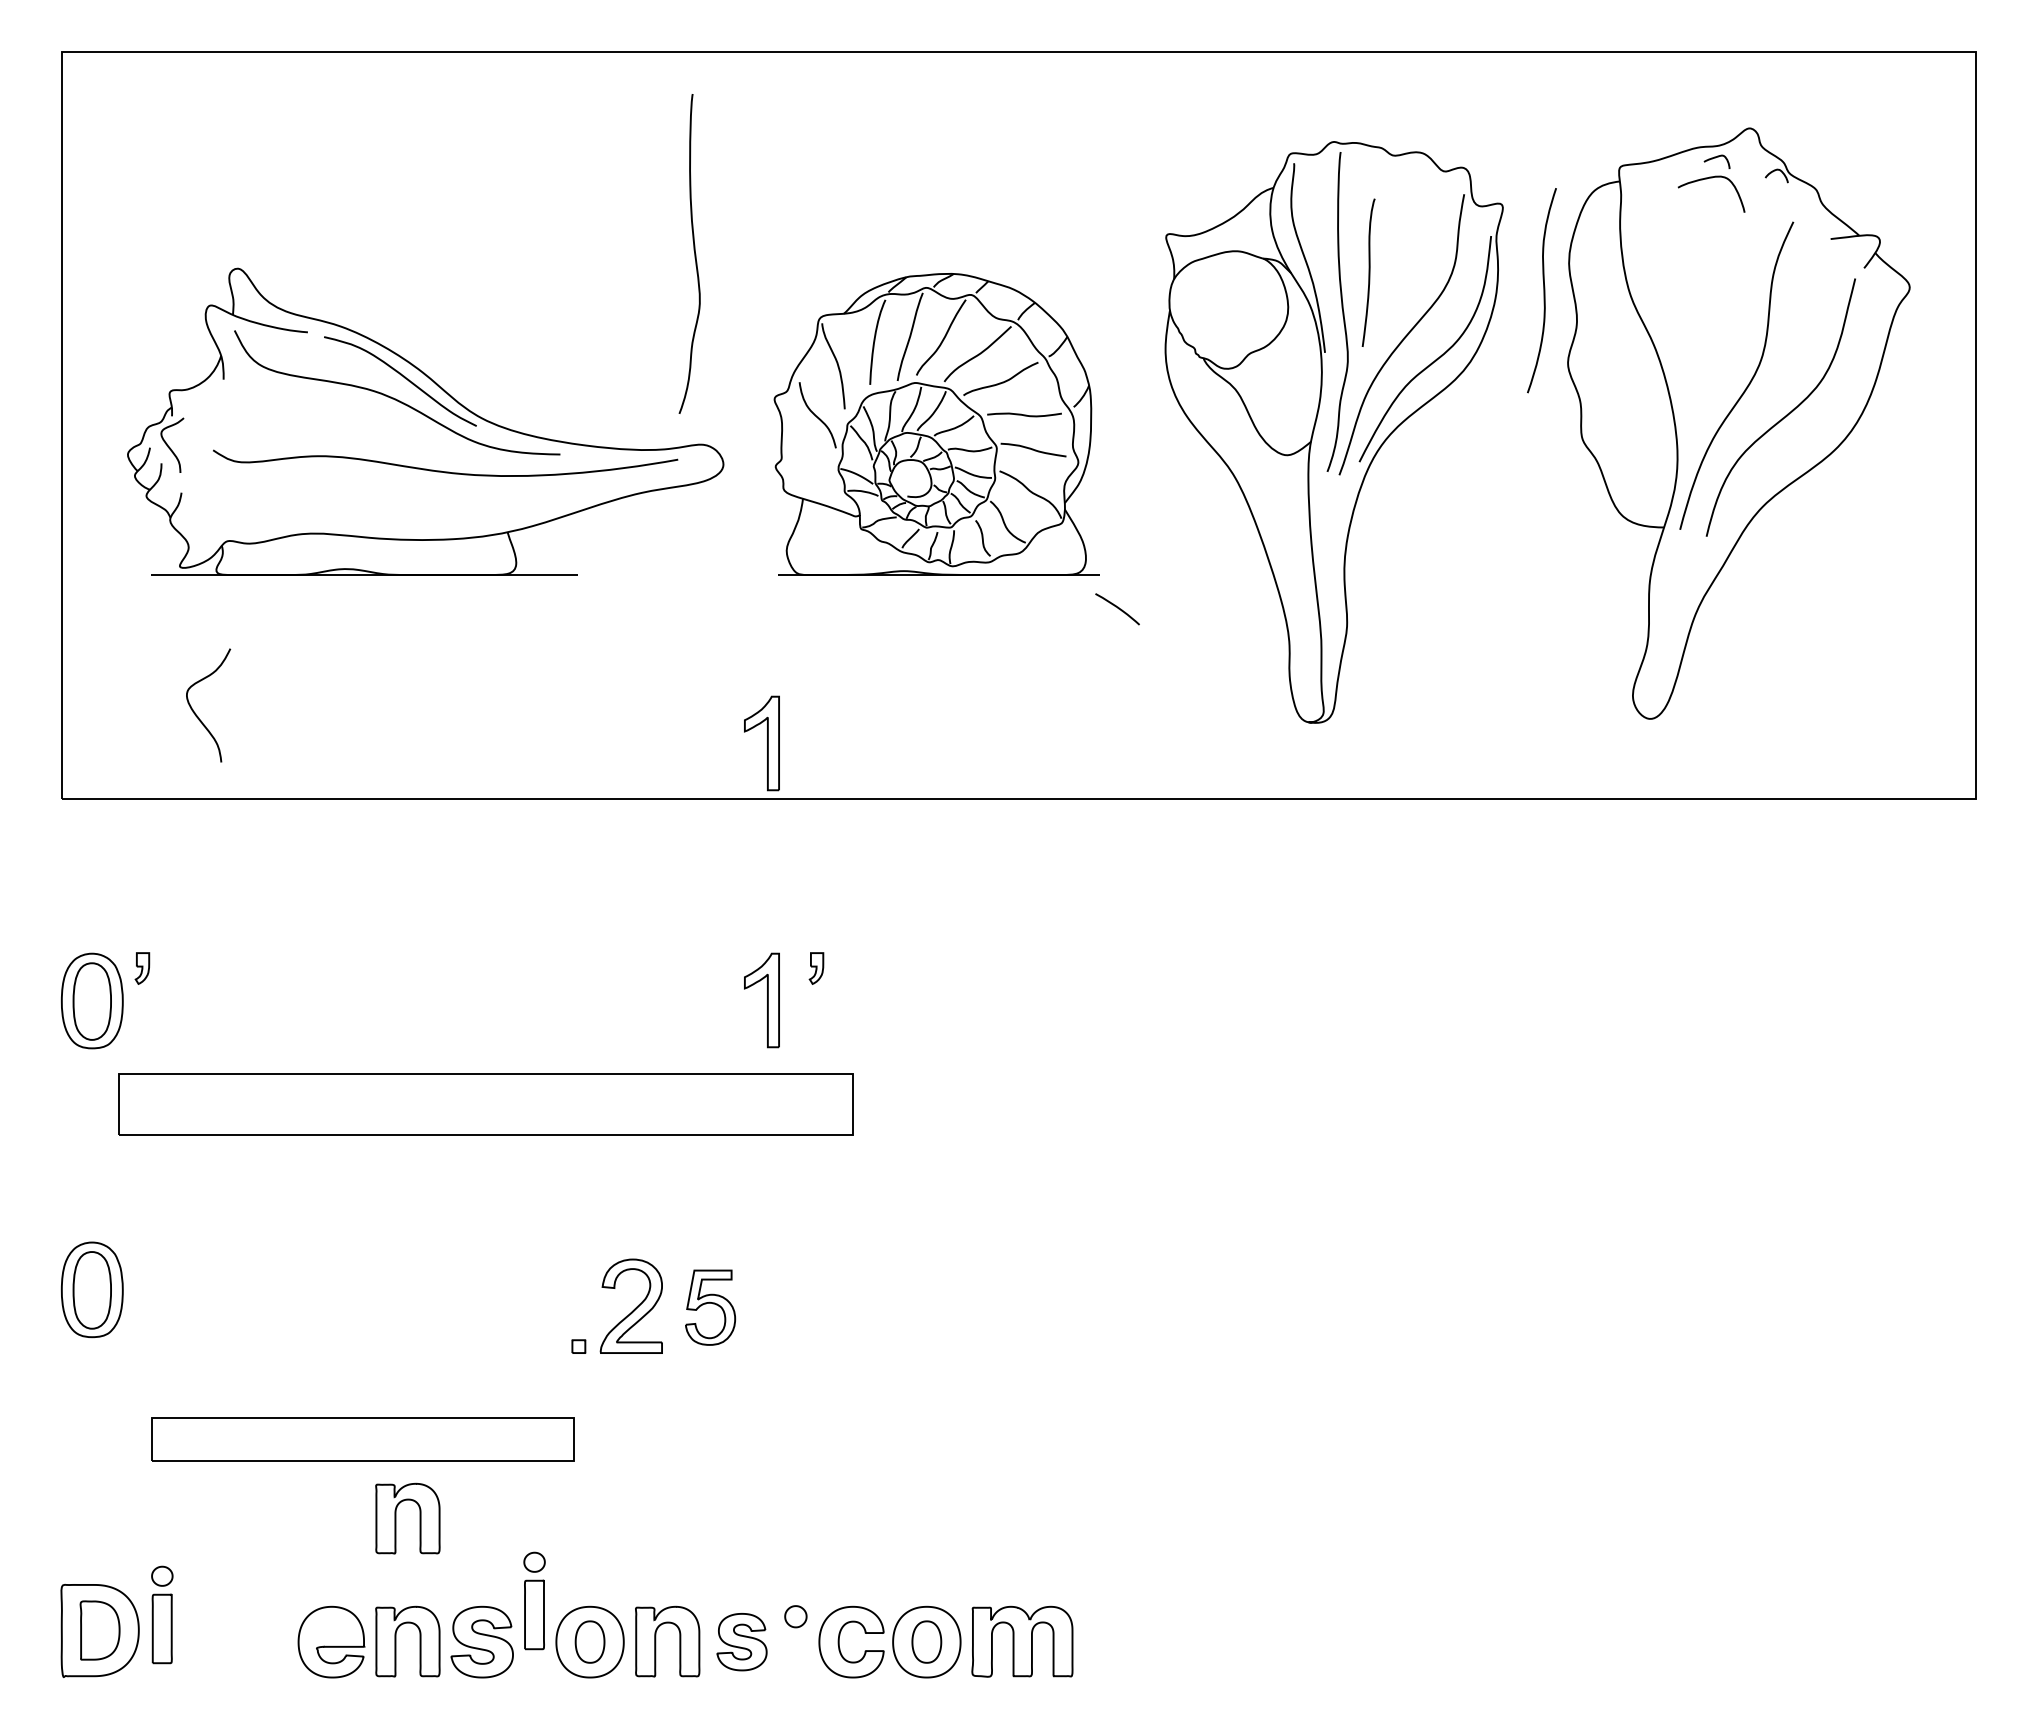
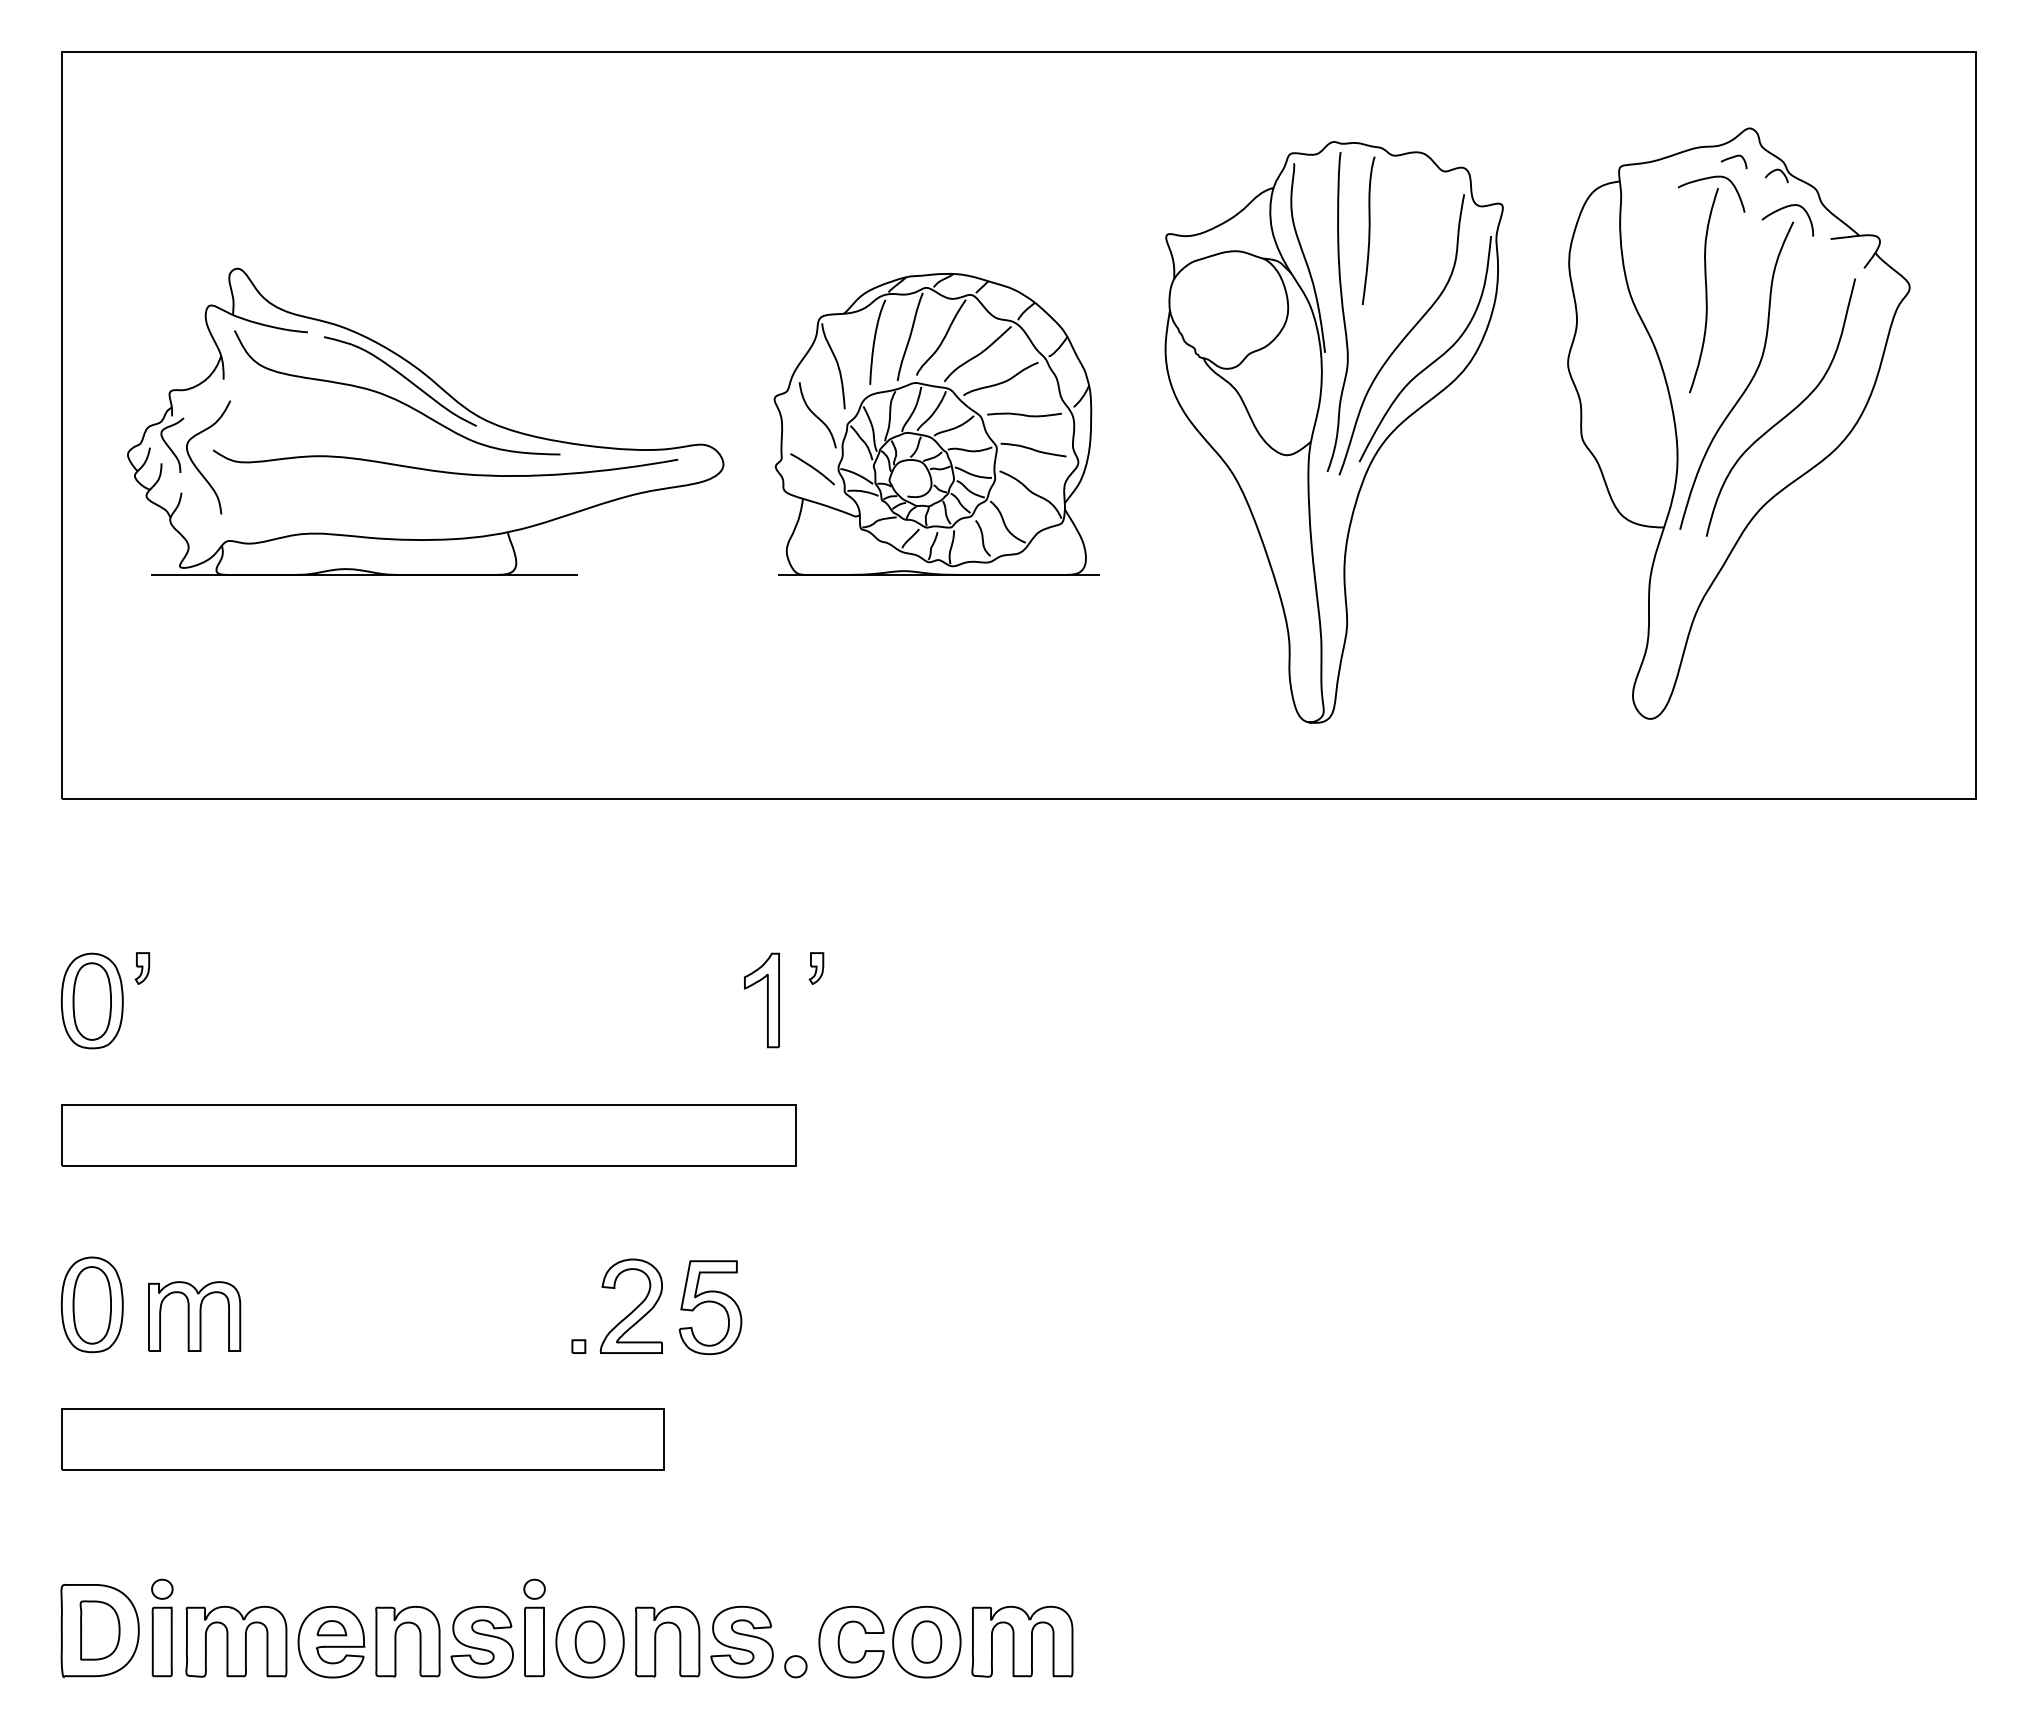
curve at (1715, 158) position: (1715, 158) -> (1732, 158)
curve at (1782, 209): none -> present
curve at (693, 250): present -> none
curve at (1368, 272) position: (1368, 272) -> (1368, 230)
curve at (1543, 290) position: (1543, 290) -> (1705, 290)
curve at (1117, 608) position: (1117, 608) -> (812, 468)
curve at (195, 712) position: (195, 712) -> (195, 464)
part at (761, 743): present -> none
part at (485, 1104) position: (485, 1104) -> (428, 1135)
part at (91, 1289) position: (91, 1289) -> (91, 1304)
part at (710, 1307) size: 52x77 px -> 65x96 px
part at (194, 1316): none -> present
part at (362, 1439) size: 424x45 px -> 604x63 px
part at (396, 1518): present -> none
part at (534, 1600) position: (534, 1600) -> (534, 1627)
part at (162, 1614) position: (162, 1614) -> (162, 1627)
part at (795, 1616) position: (795, 1616) -> (795, 1666)
part at (331, 1628): none -> present
part at (236, 1641): none -> present
part at (741, 1642) size: 52x59 px -> 64x74 px
